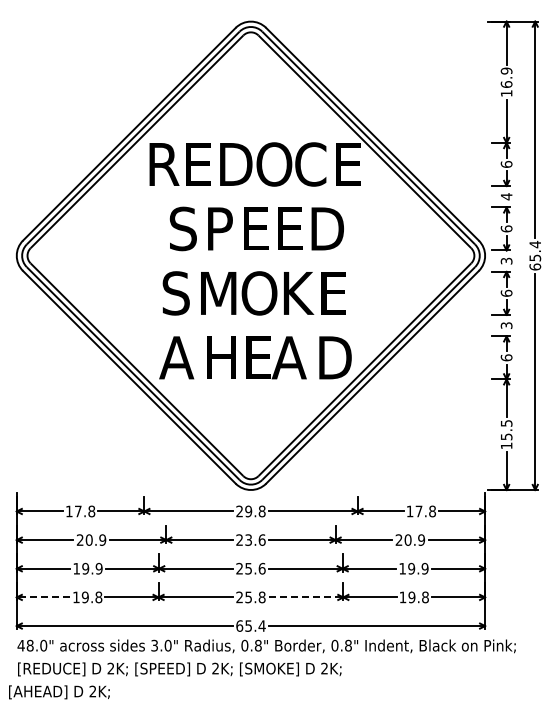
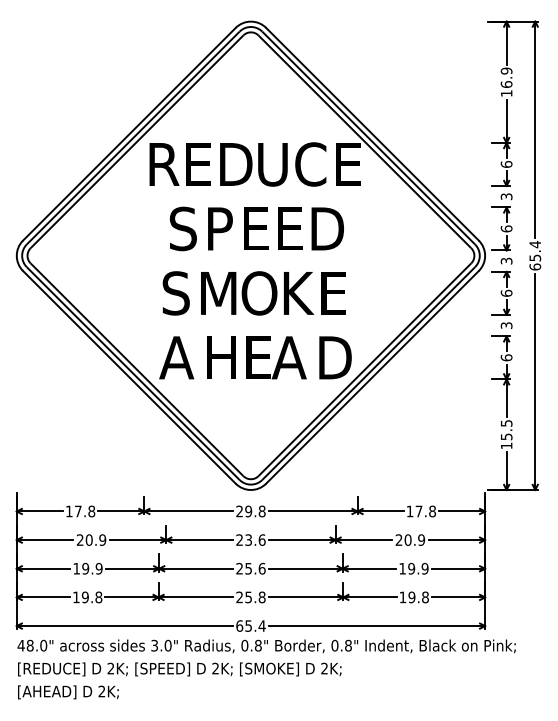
text at (274, 164): O -> U
text at (506, 196): 4 -> 3
line at (43, 597): dashed -> solid
line at (306, 597): dashed -> solid
text at (59, 692) position: (59, 692) -> (68, 692)
